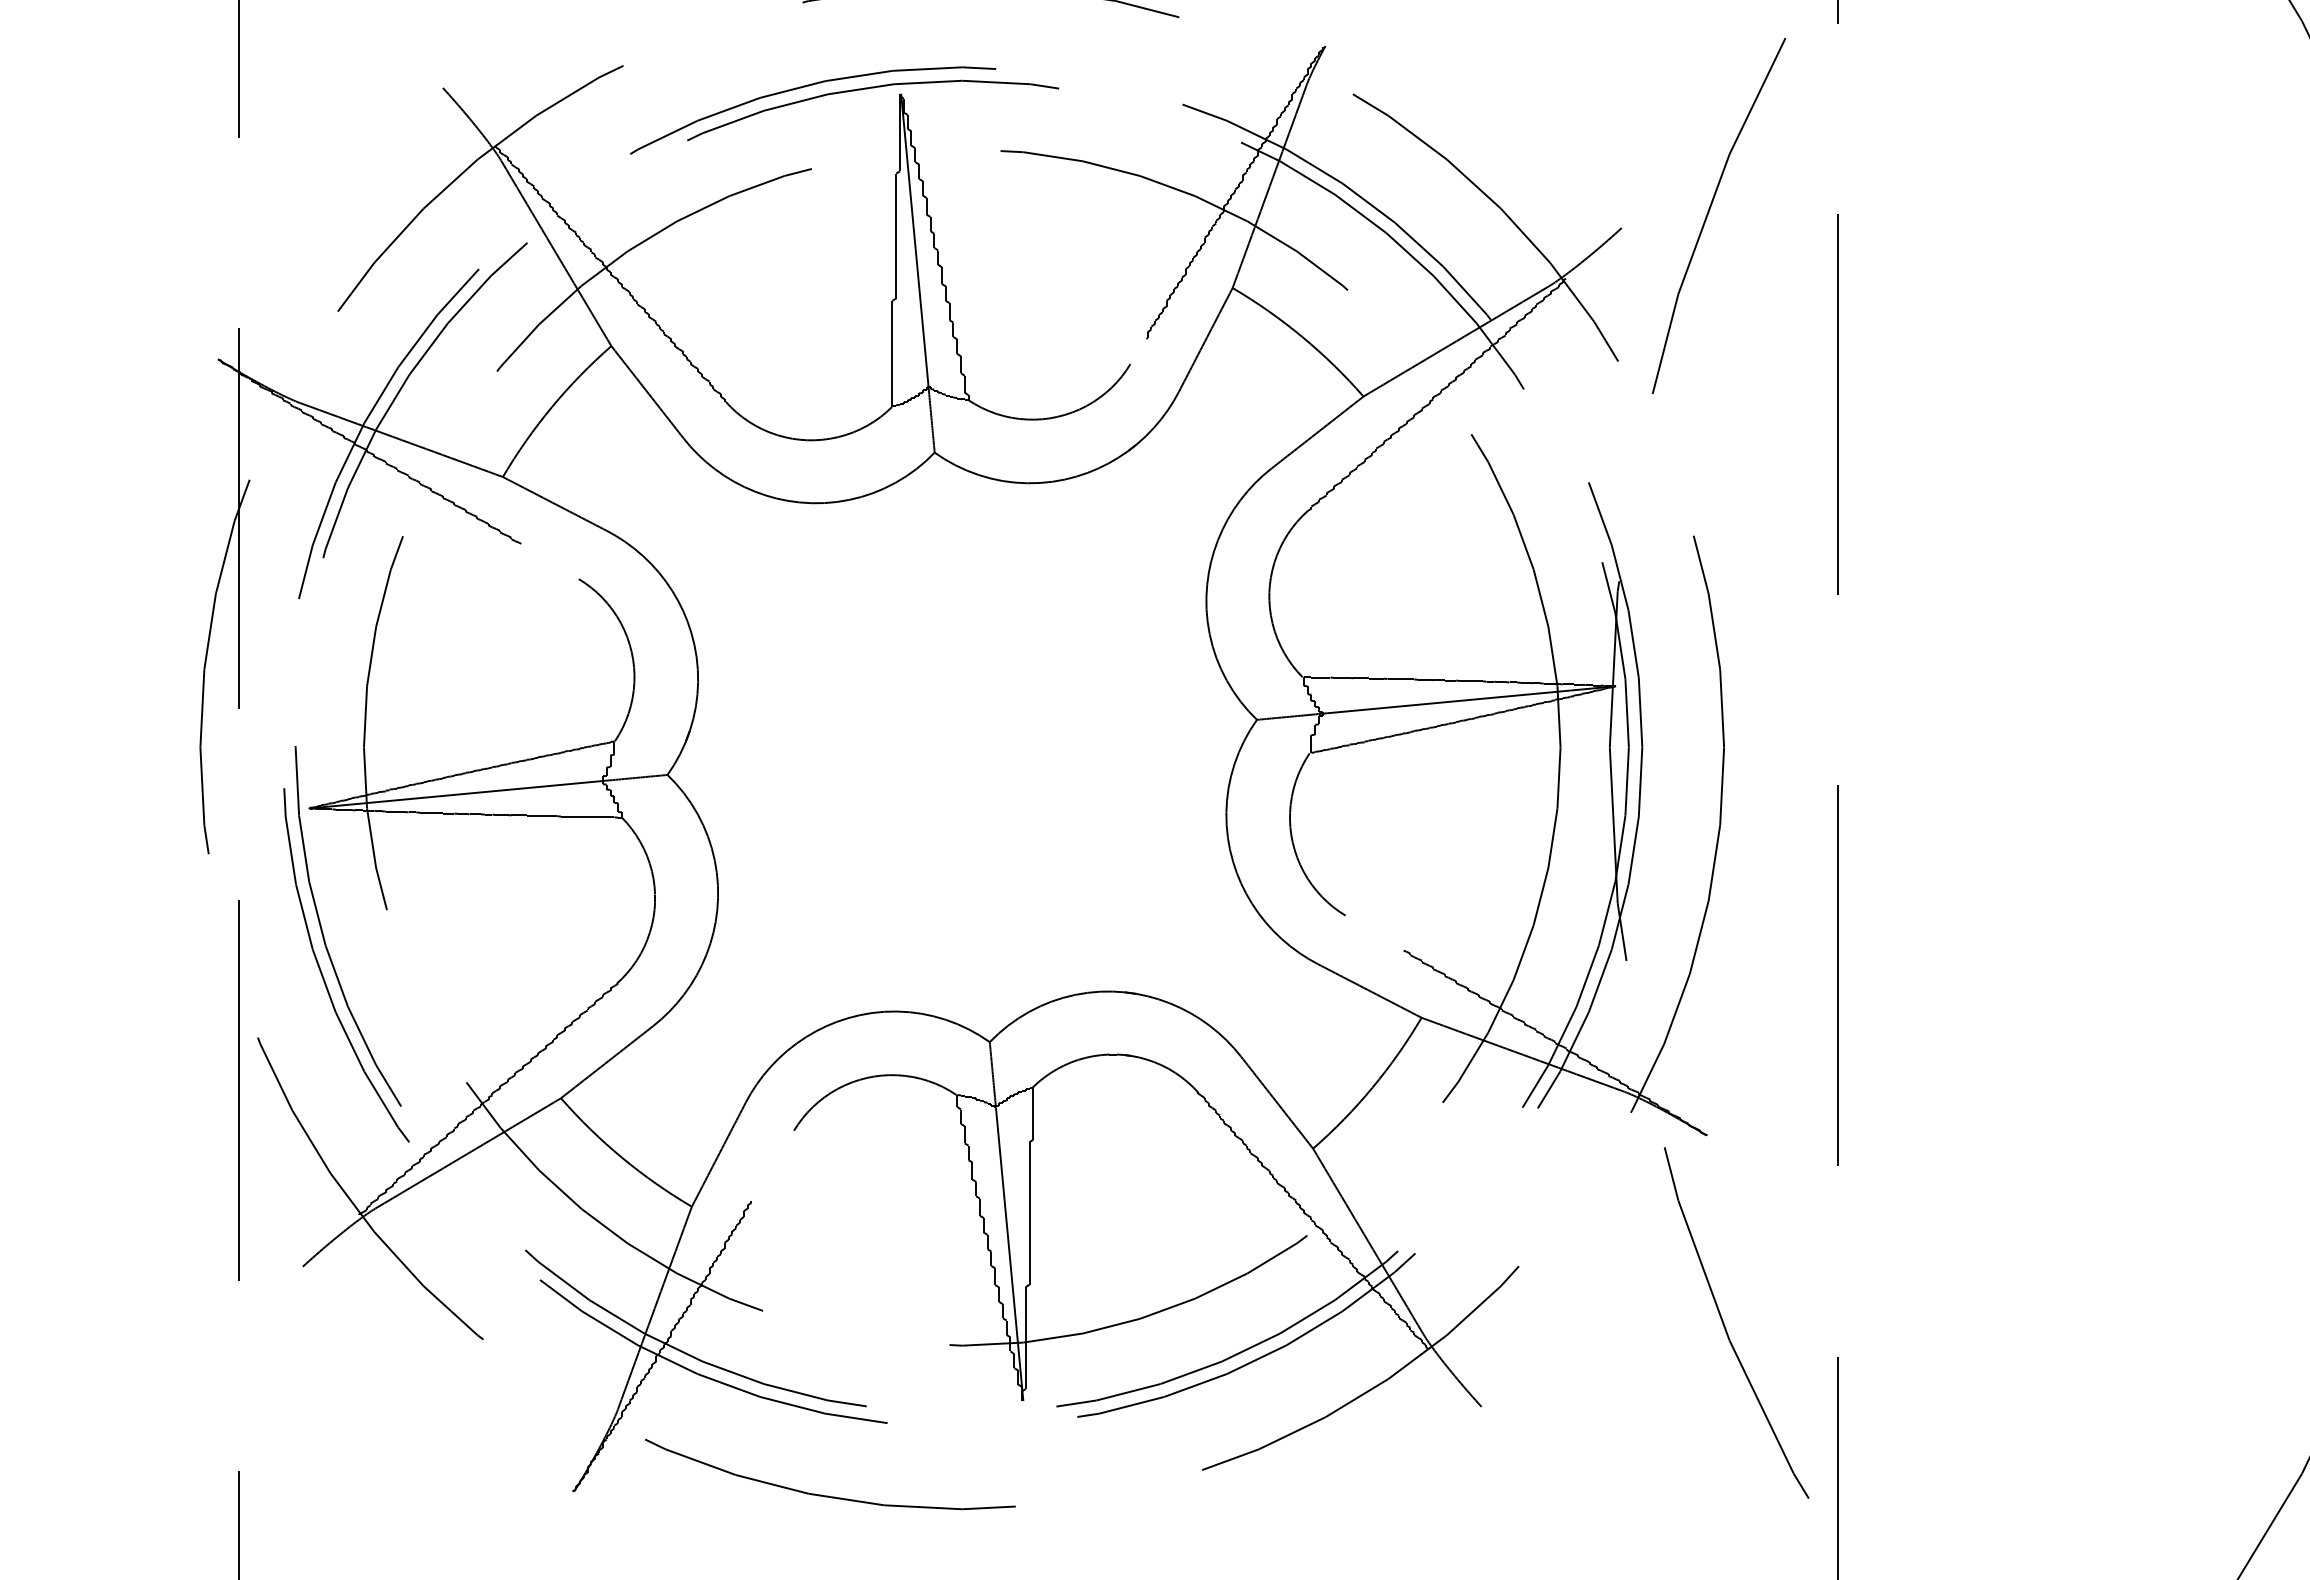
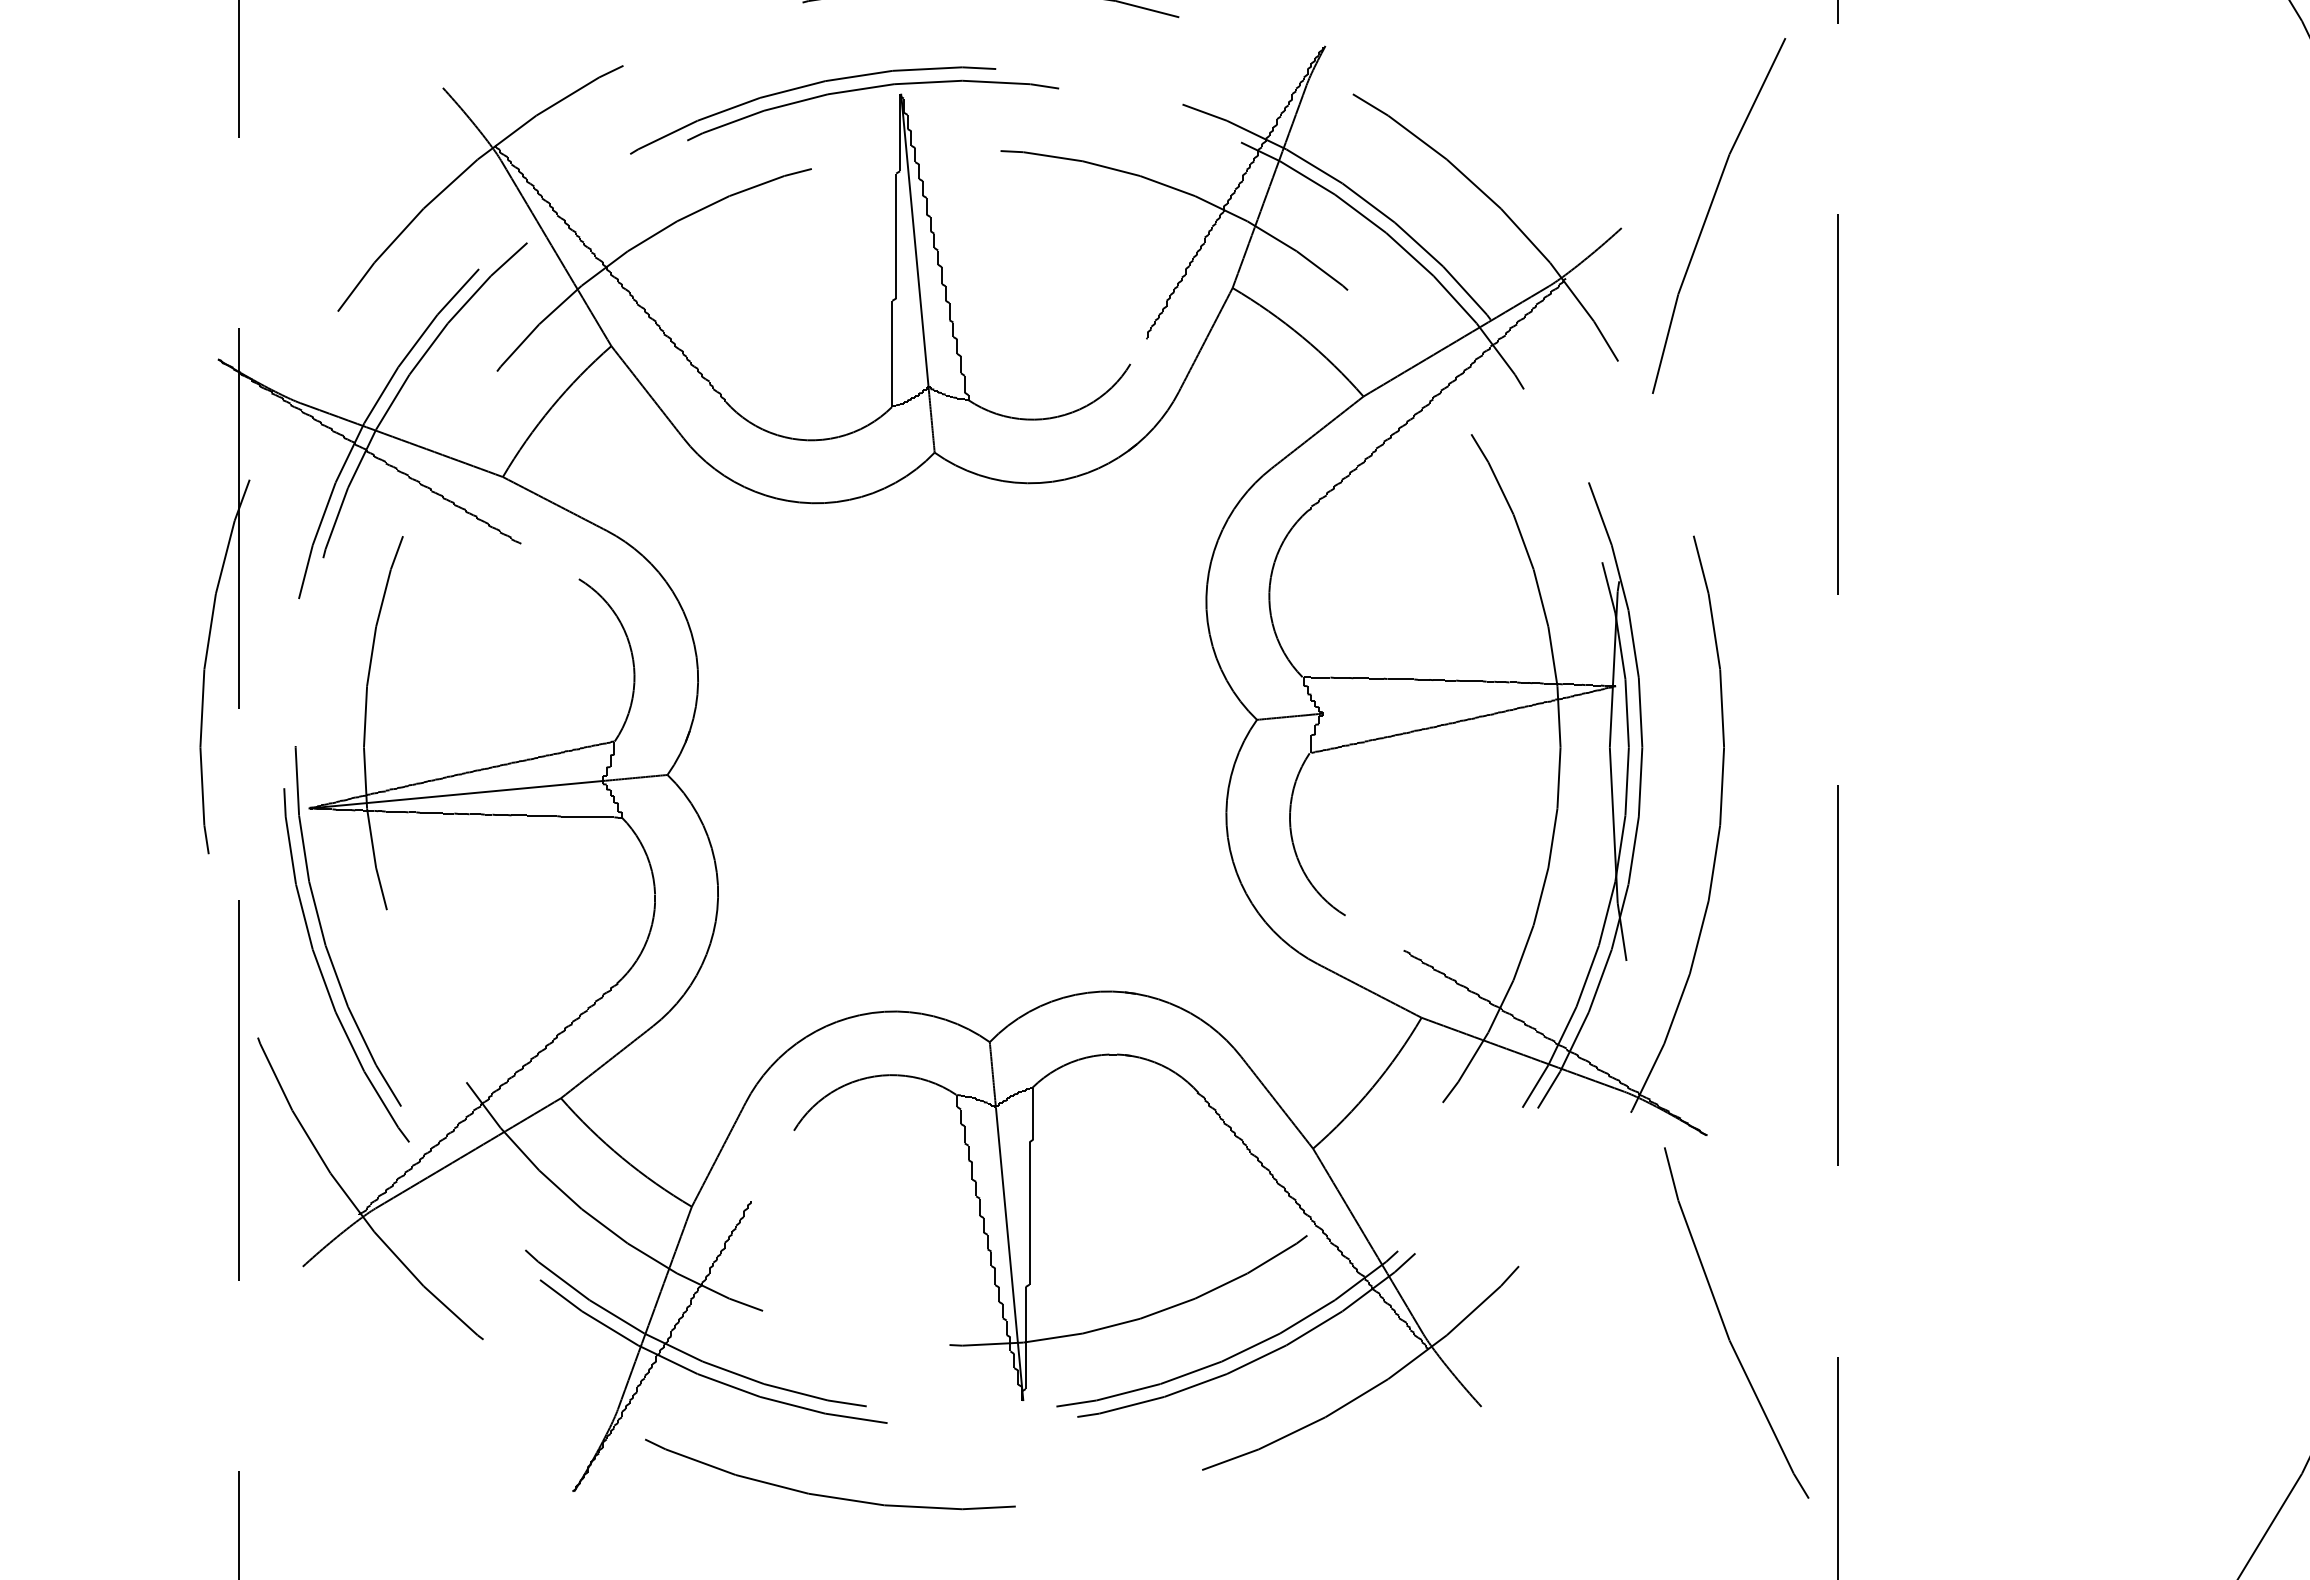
line at (1468, 699): present -> none
